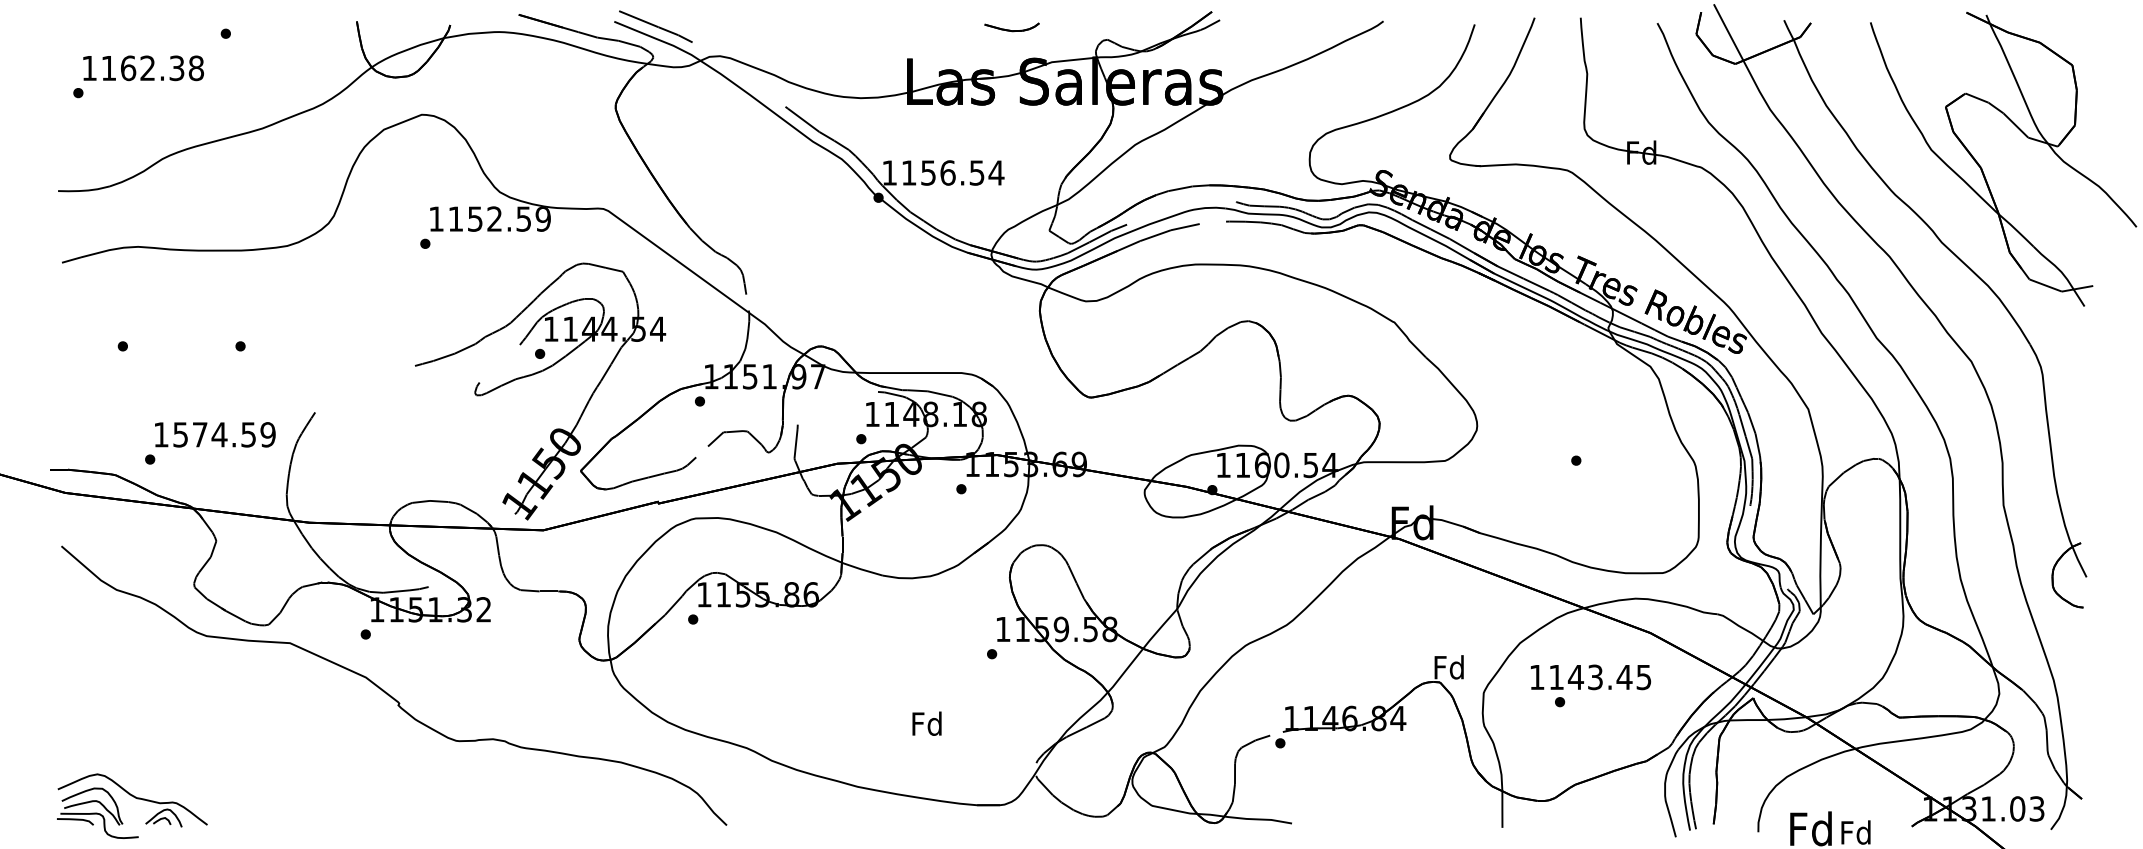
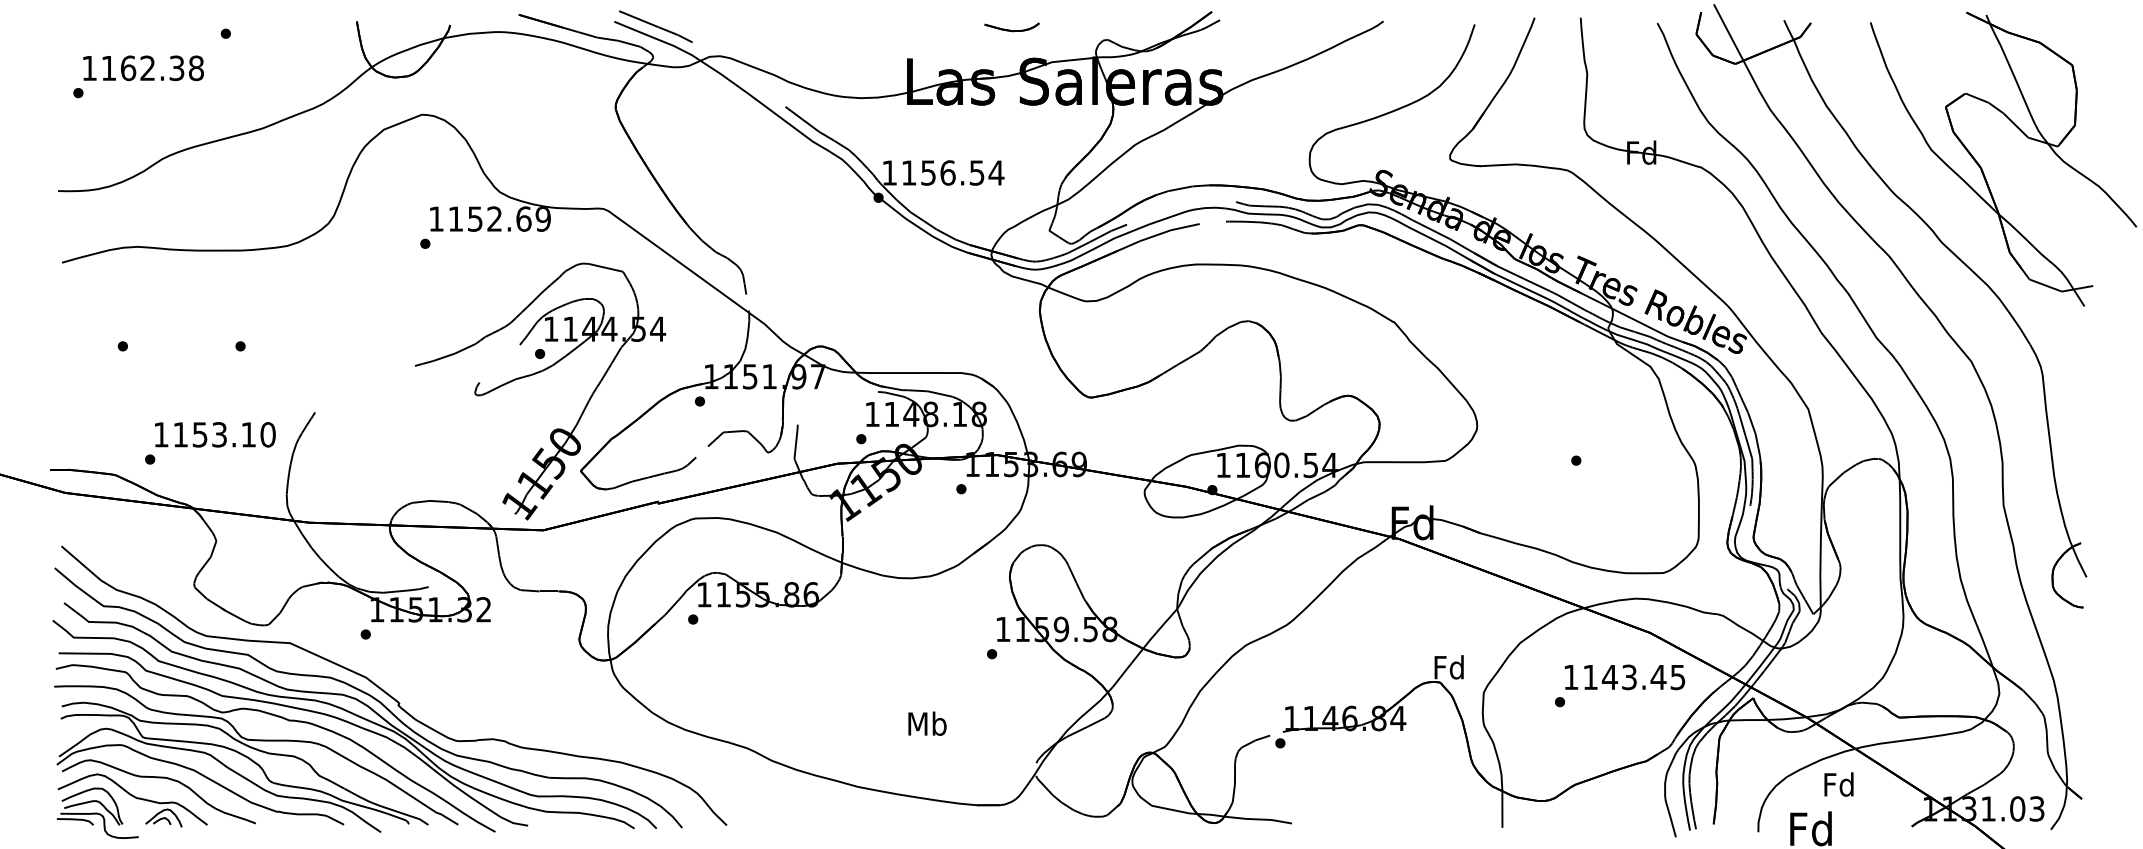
text at (523, 218): 1152.59 -> 1152.69
text at (224, 434): 1574.59 -> 1153.10
text at (1591, 677) position: (1591, 677) -> (1625, 677)
part at (367, 699): none -> present
text at (927, 723): Fd -> Mb
text at (1855, 832) position: (1855, 832) -> (1838, 784)
